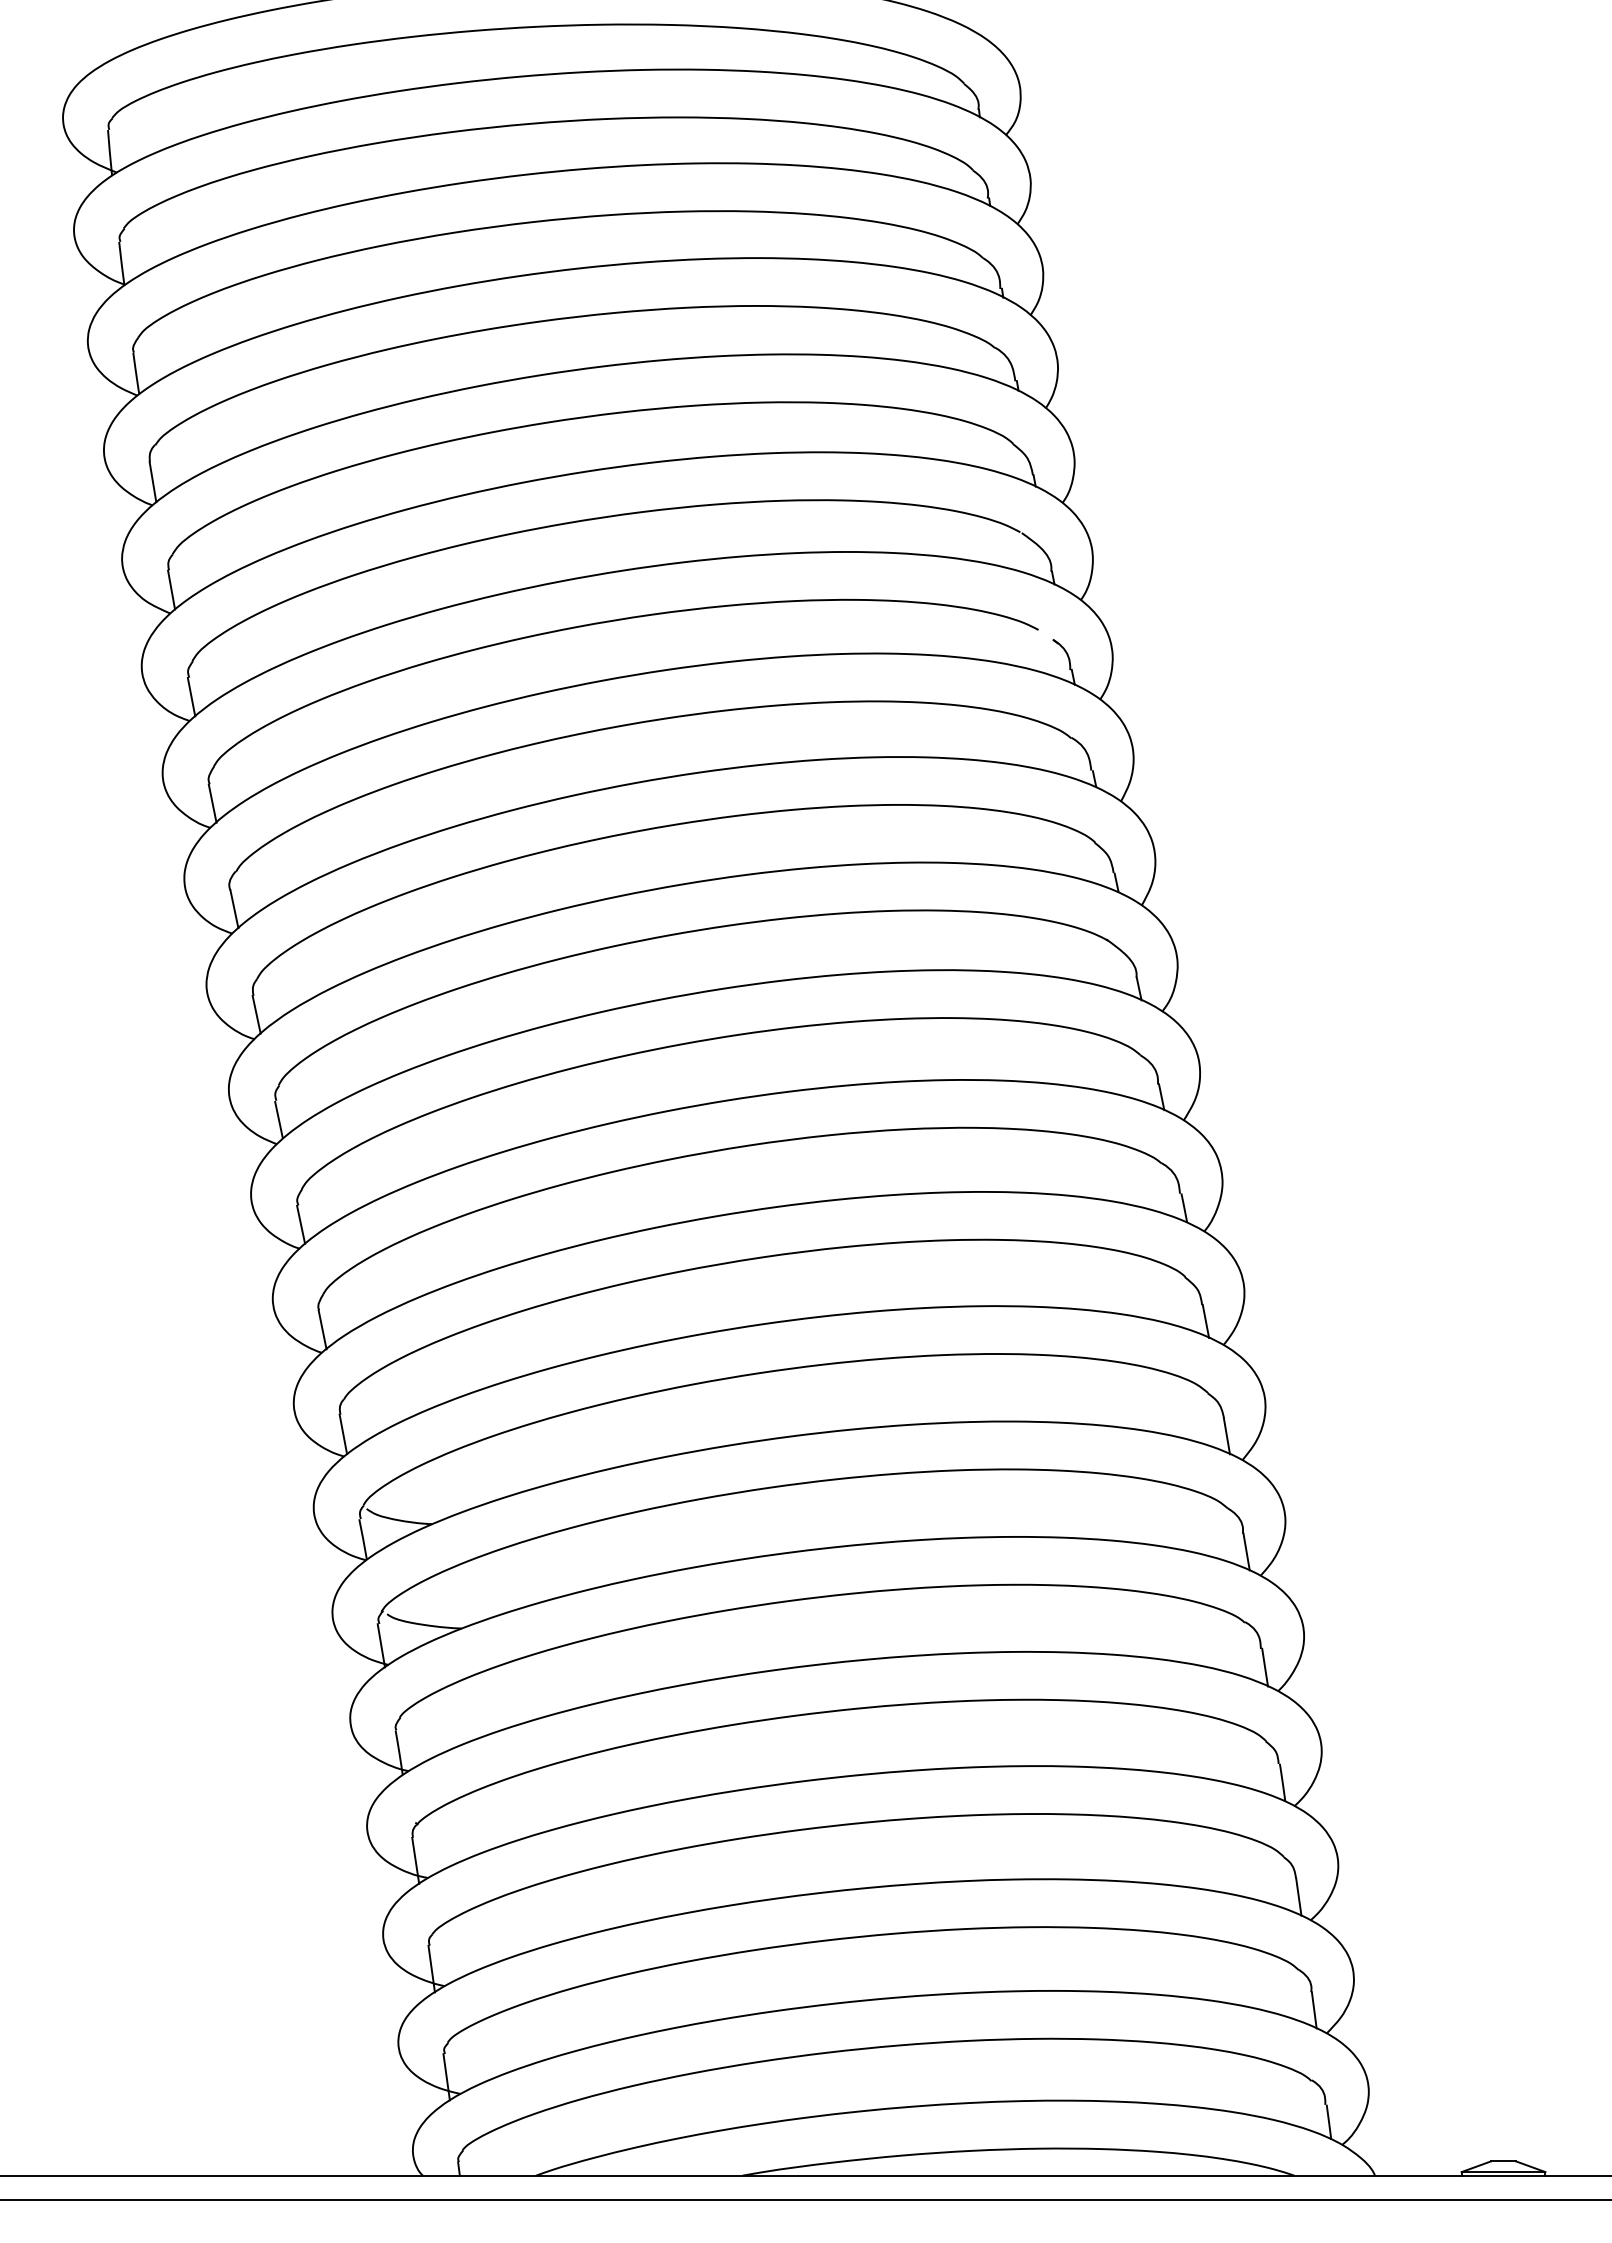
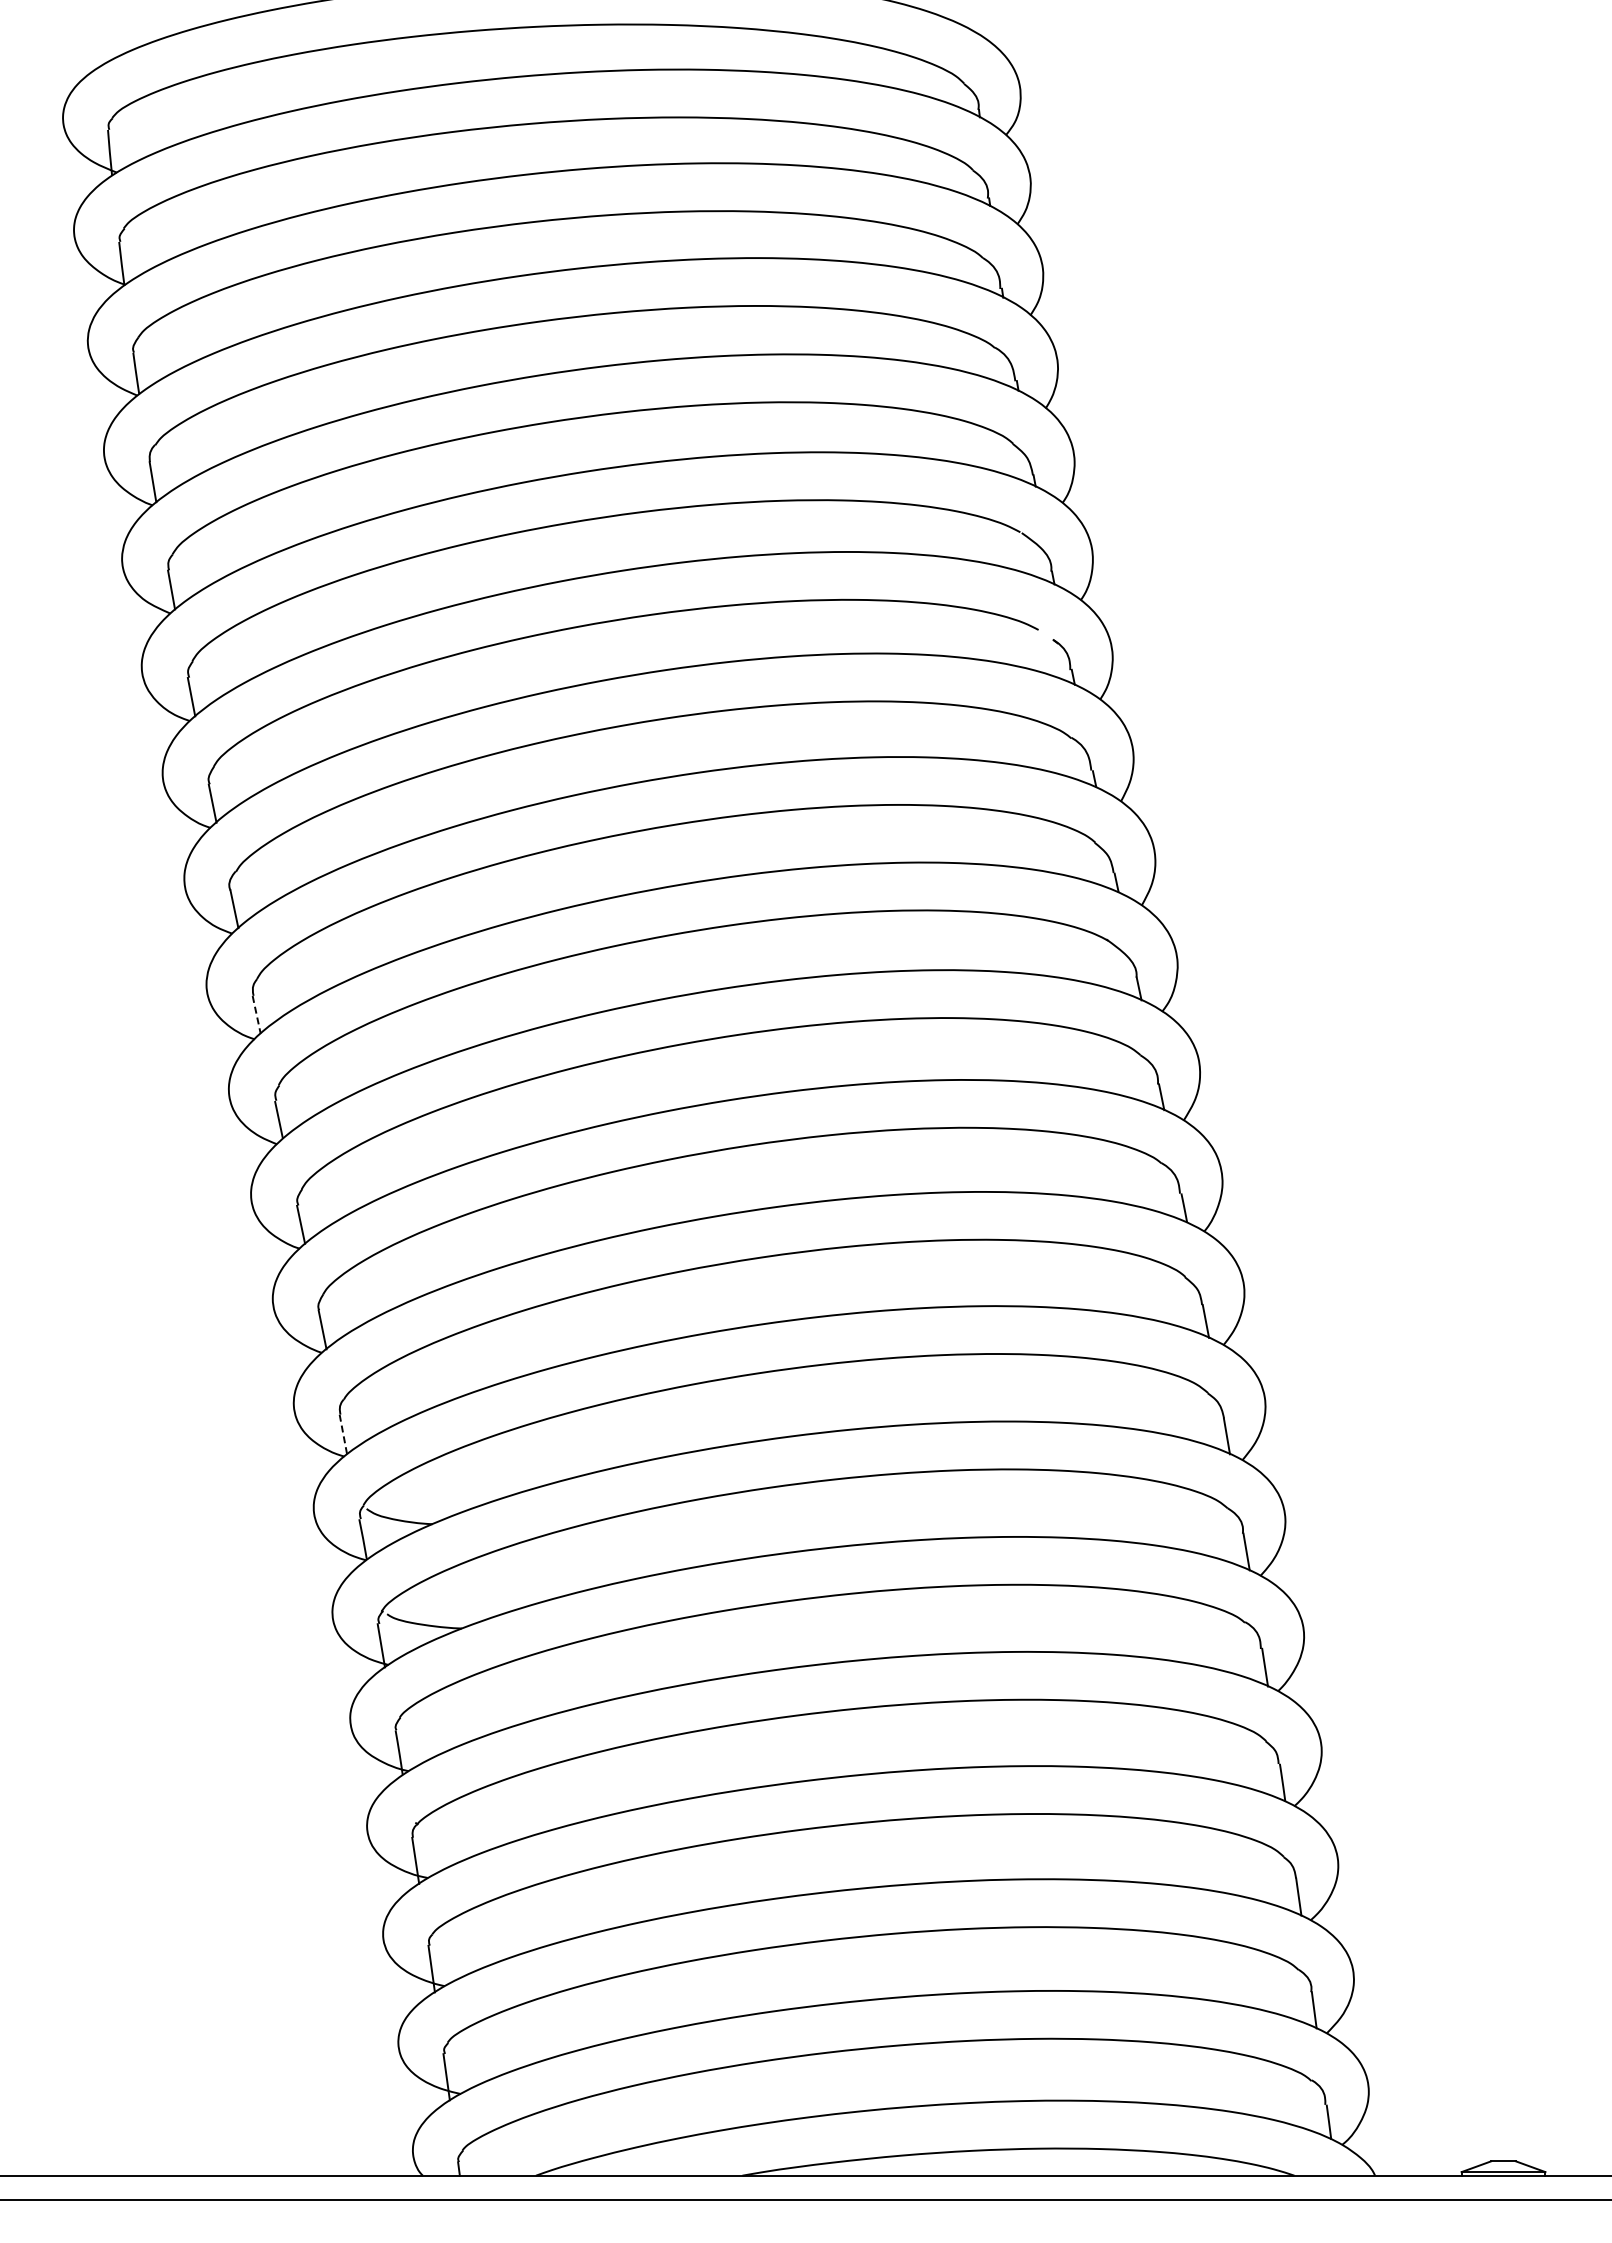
line at (256, 1015): solid -> dashed
line at (343, 1434): solid -> dashed
